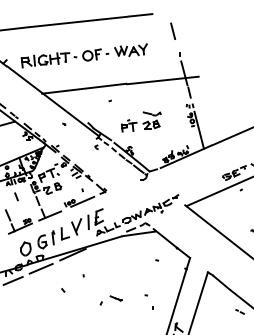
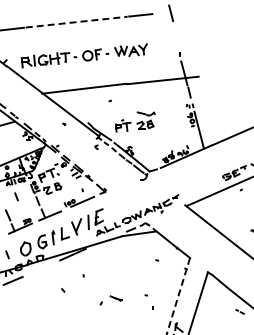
line at (77, 22): solid -> dashed
line at (173, 30) position: (173, 30) -> (171, 12)
part at (141, 121) position: (141, 121) -> (135, 121)
line at (7, 254): none -> present
line at (40, 268): present -> none
line at (178, 296): solid -> dashed
